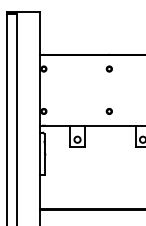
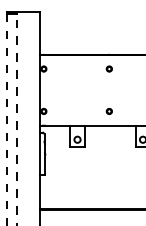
line at (6, 119): solid -> dashed
line at (17, 119): solid -> dashed
